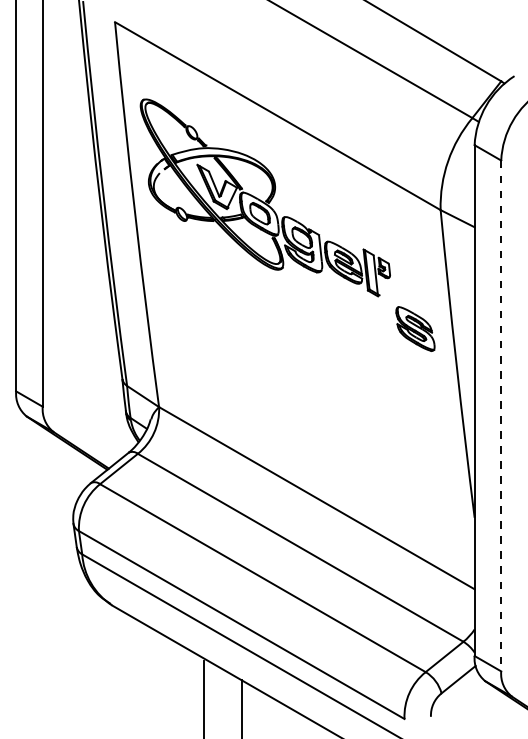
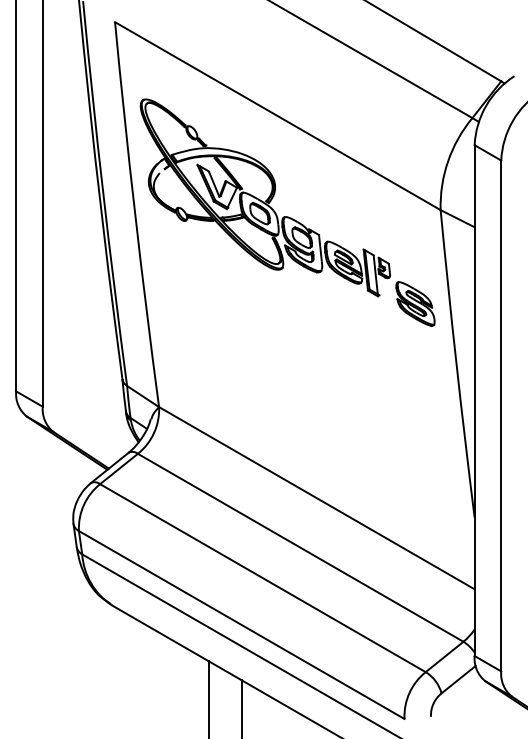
part at (415, 328) position: (415, 328) -> (415, 303)
line at (501, 416): dashed -> solid
line at (203, 698) position: (203, 698) -> (208, 698)
